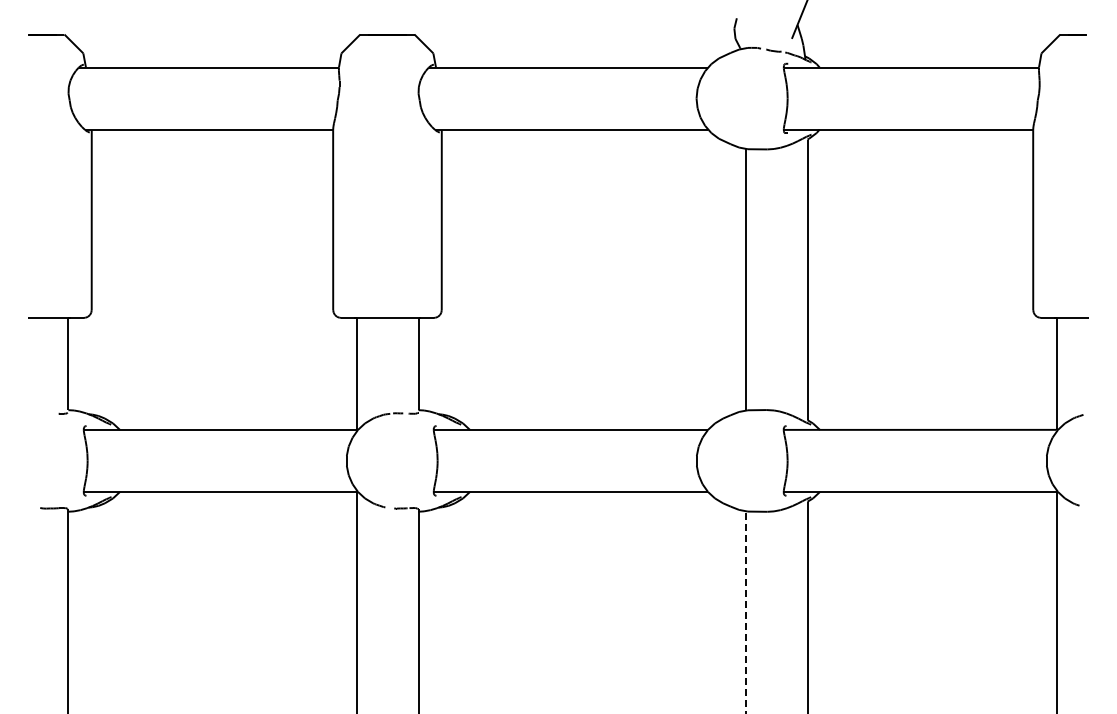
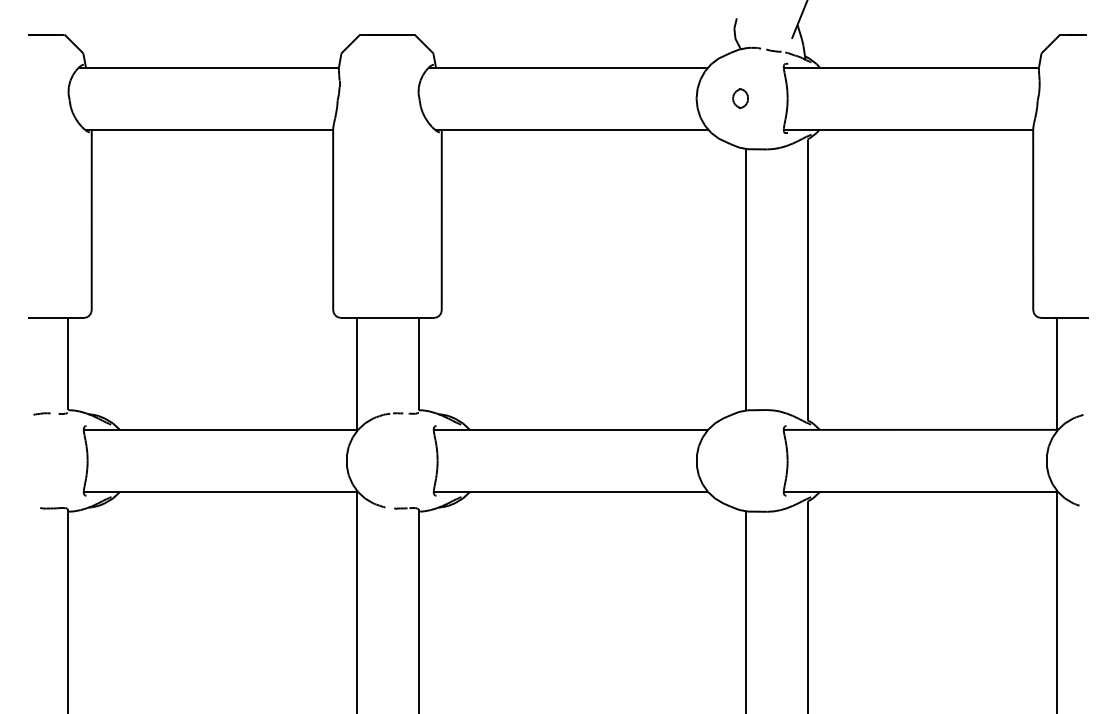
part at (740, 98): none -> present
line at (41, 413): none -> present
line at (745, 612): dashed -> solid
